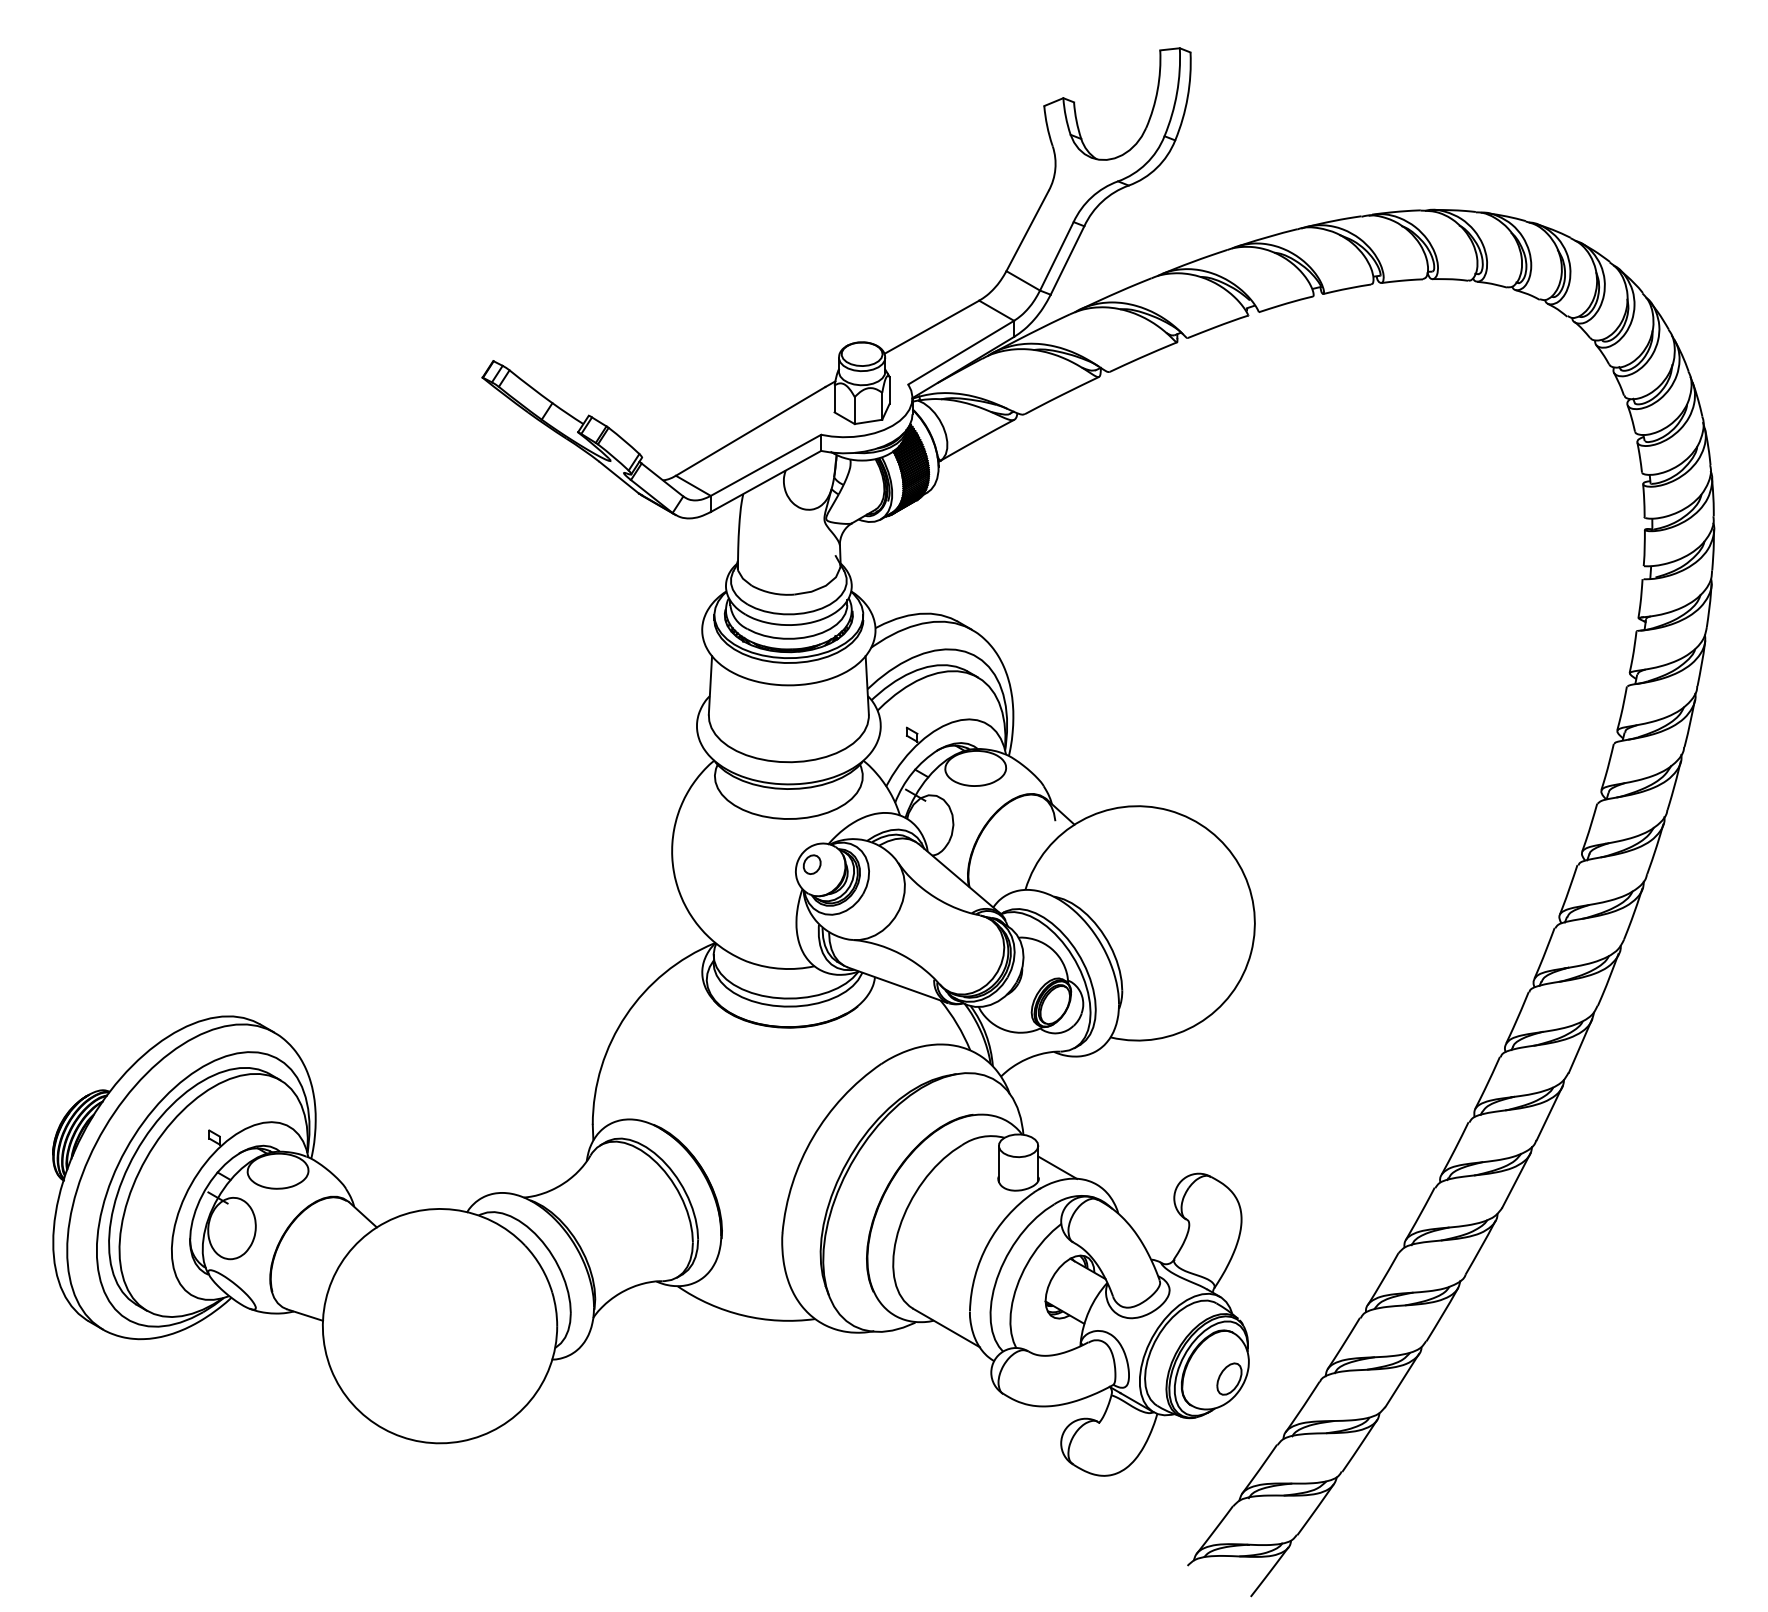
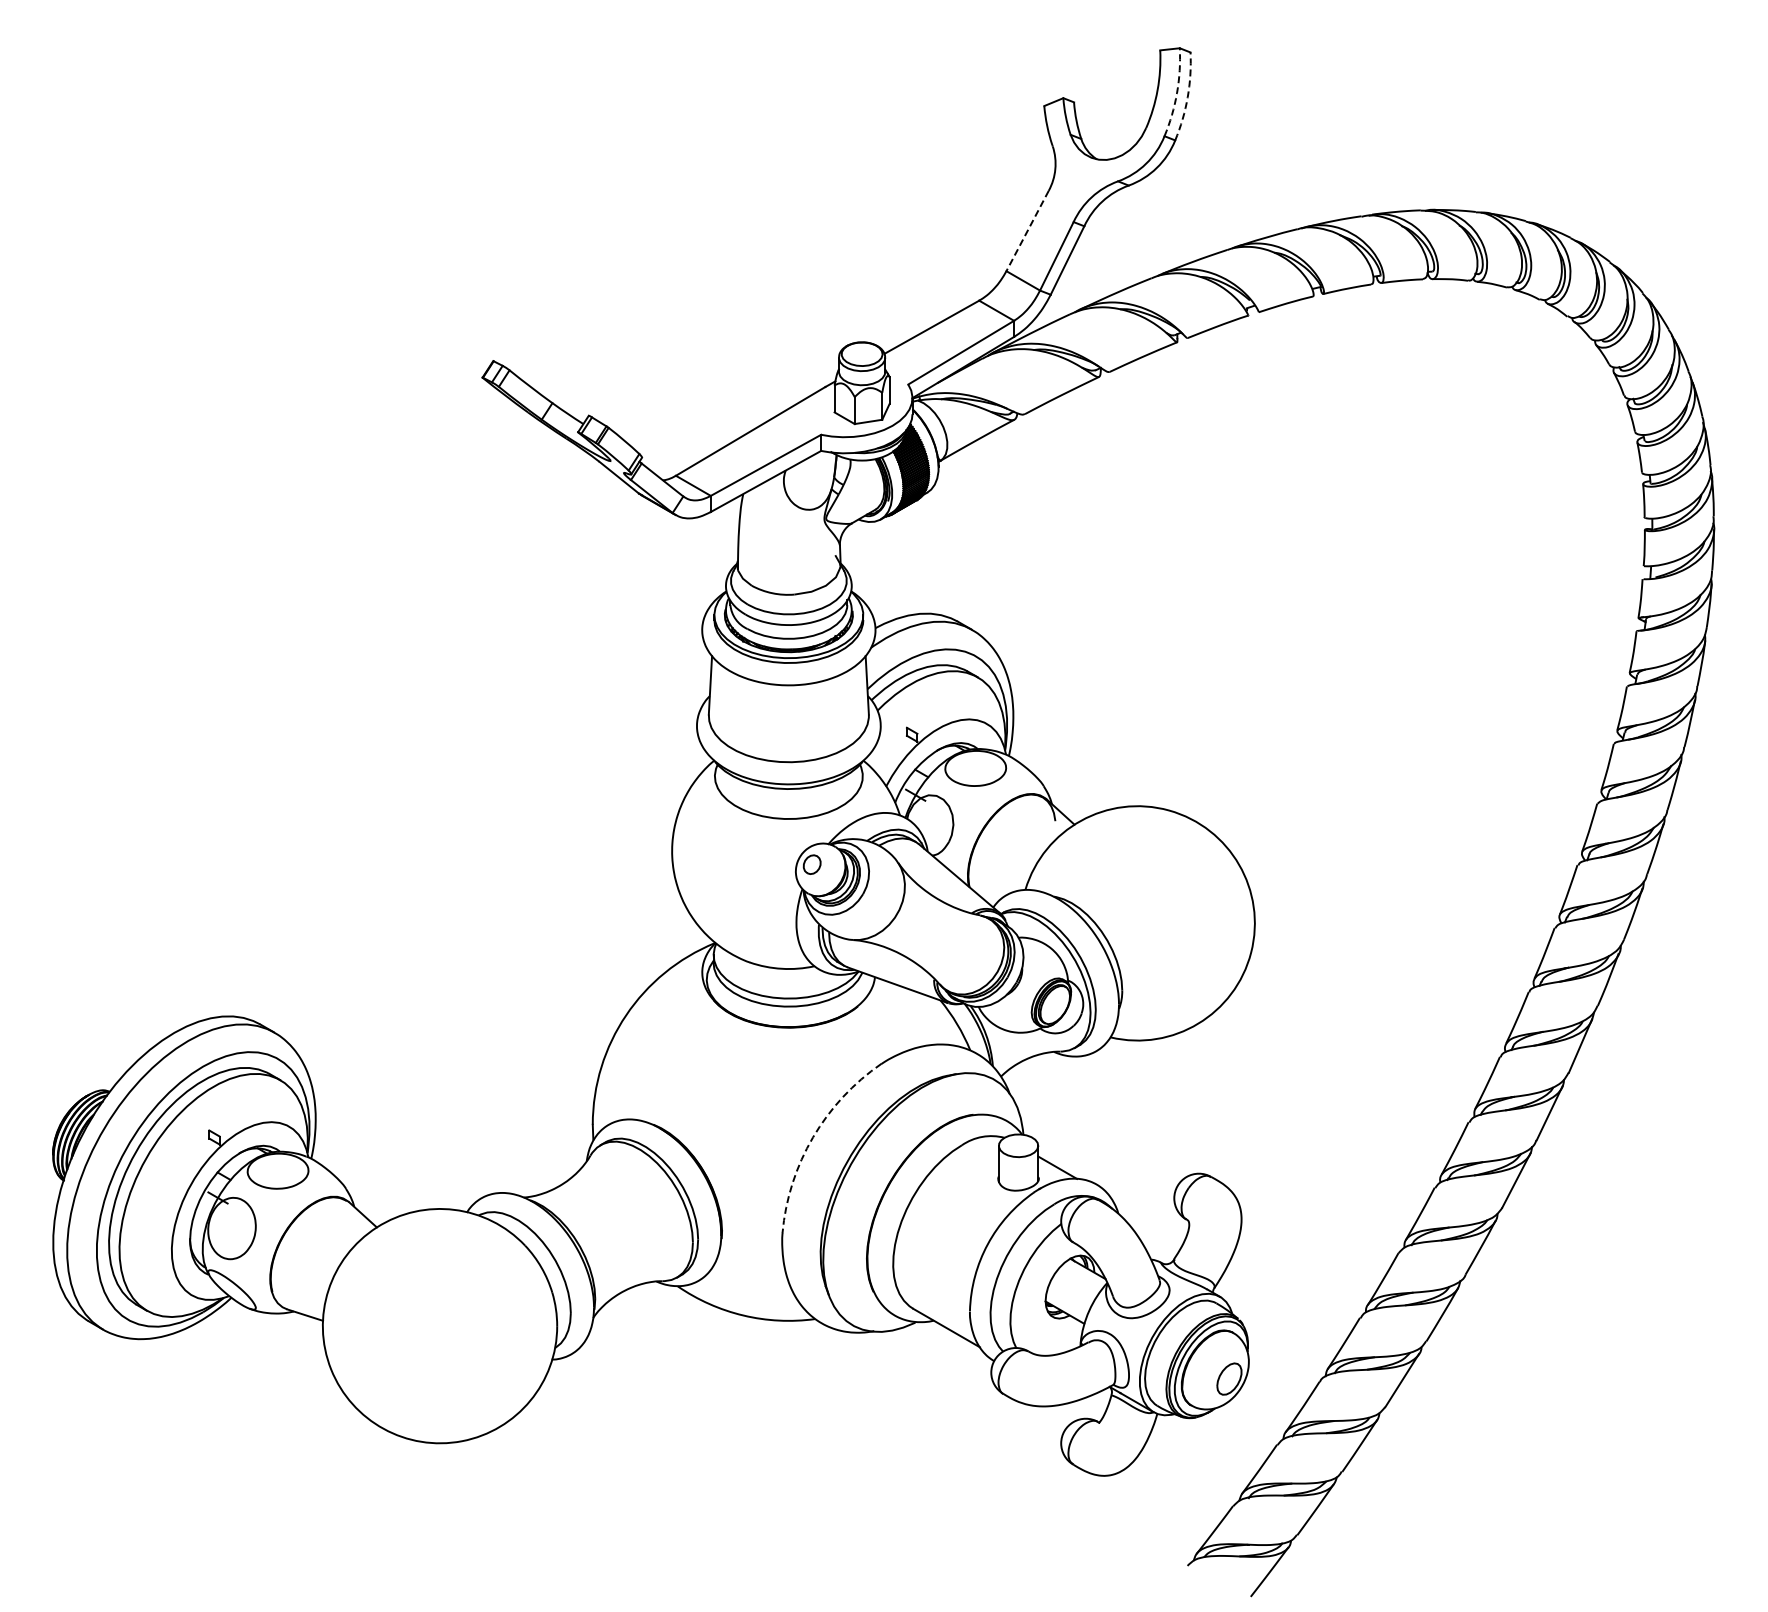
arc at (1177, 93): solid -> dashed
arc at (1187, 97): solid -> dashed
line at (1027, 231): solid -> dashed
arc at (813, 1137): solid -> dashed
